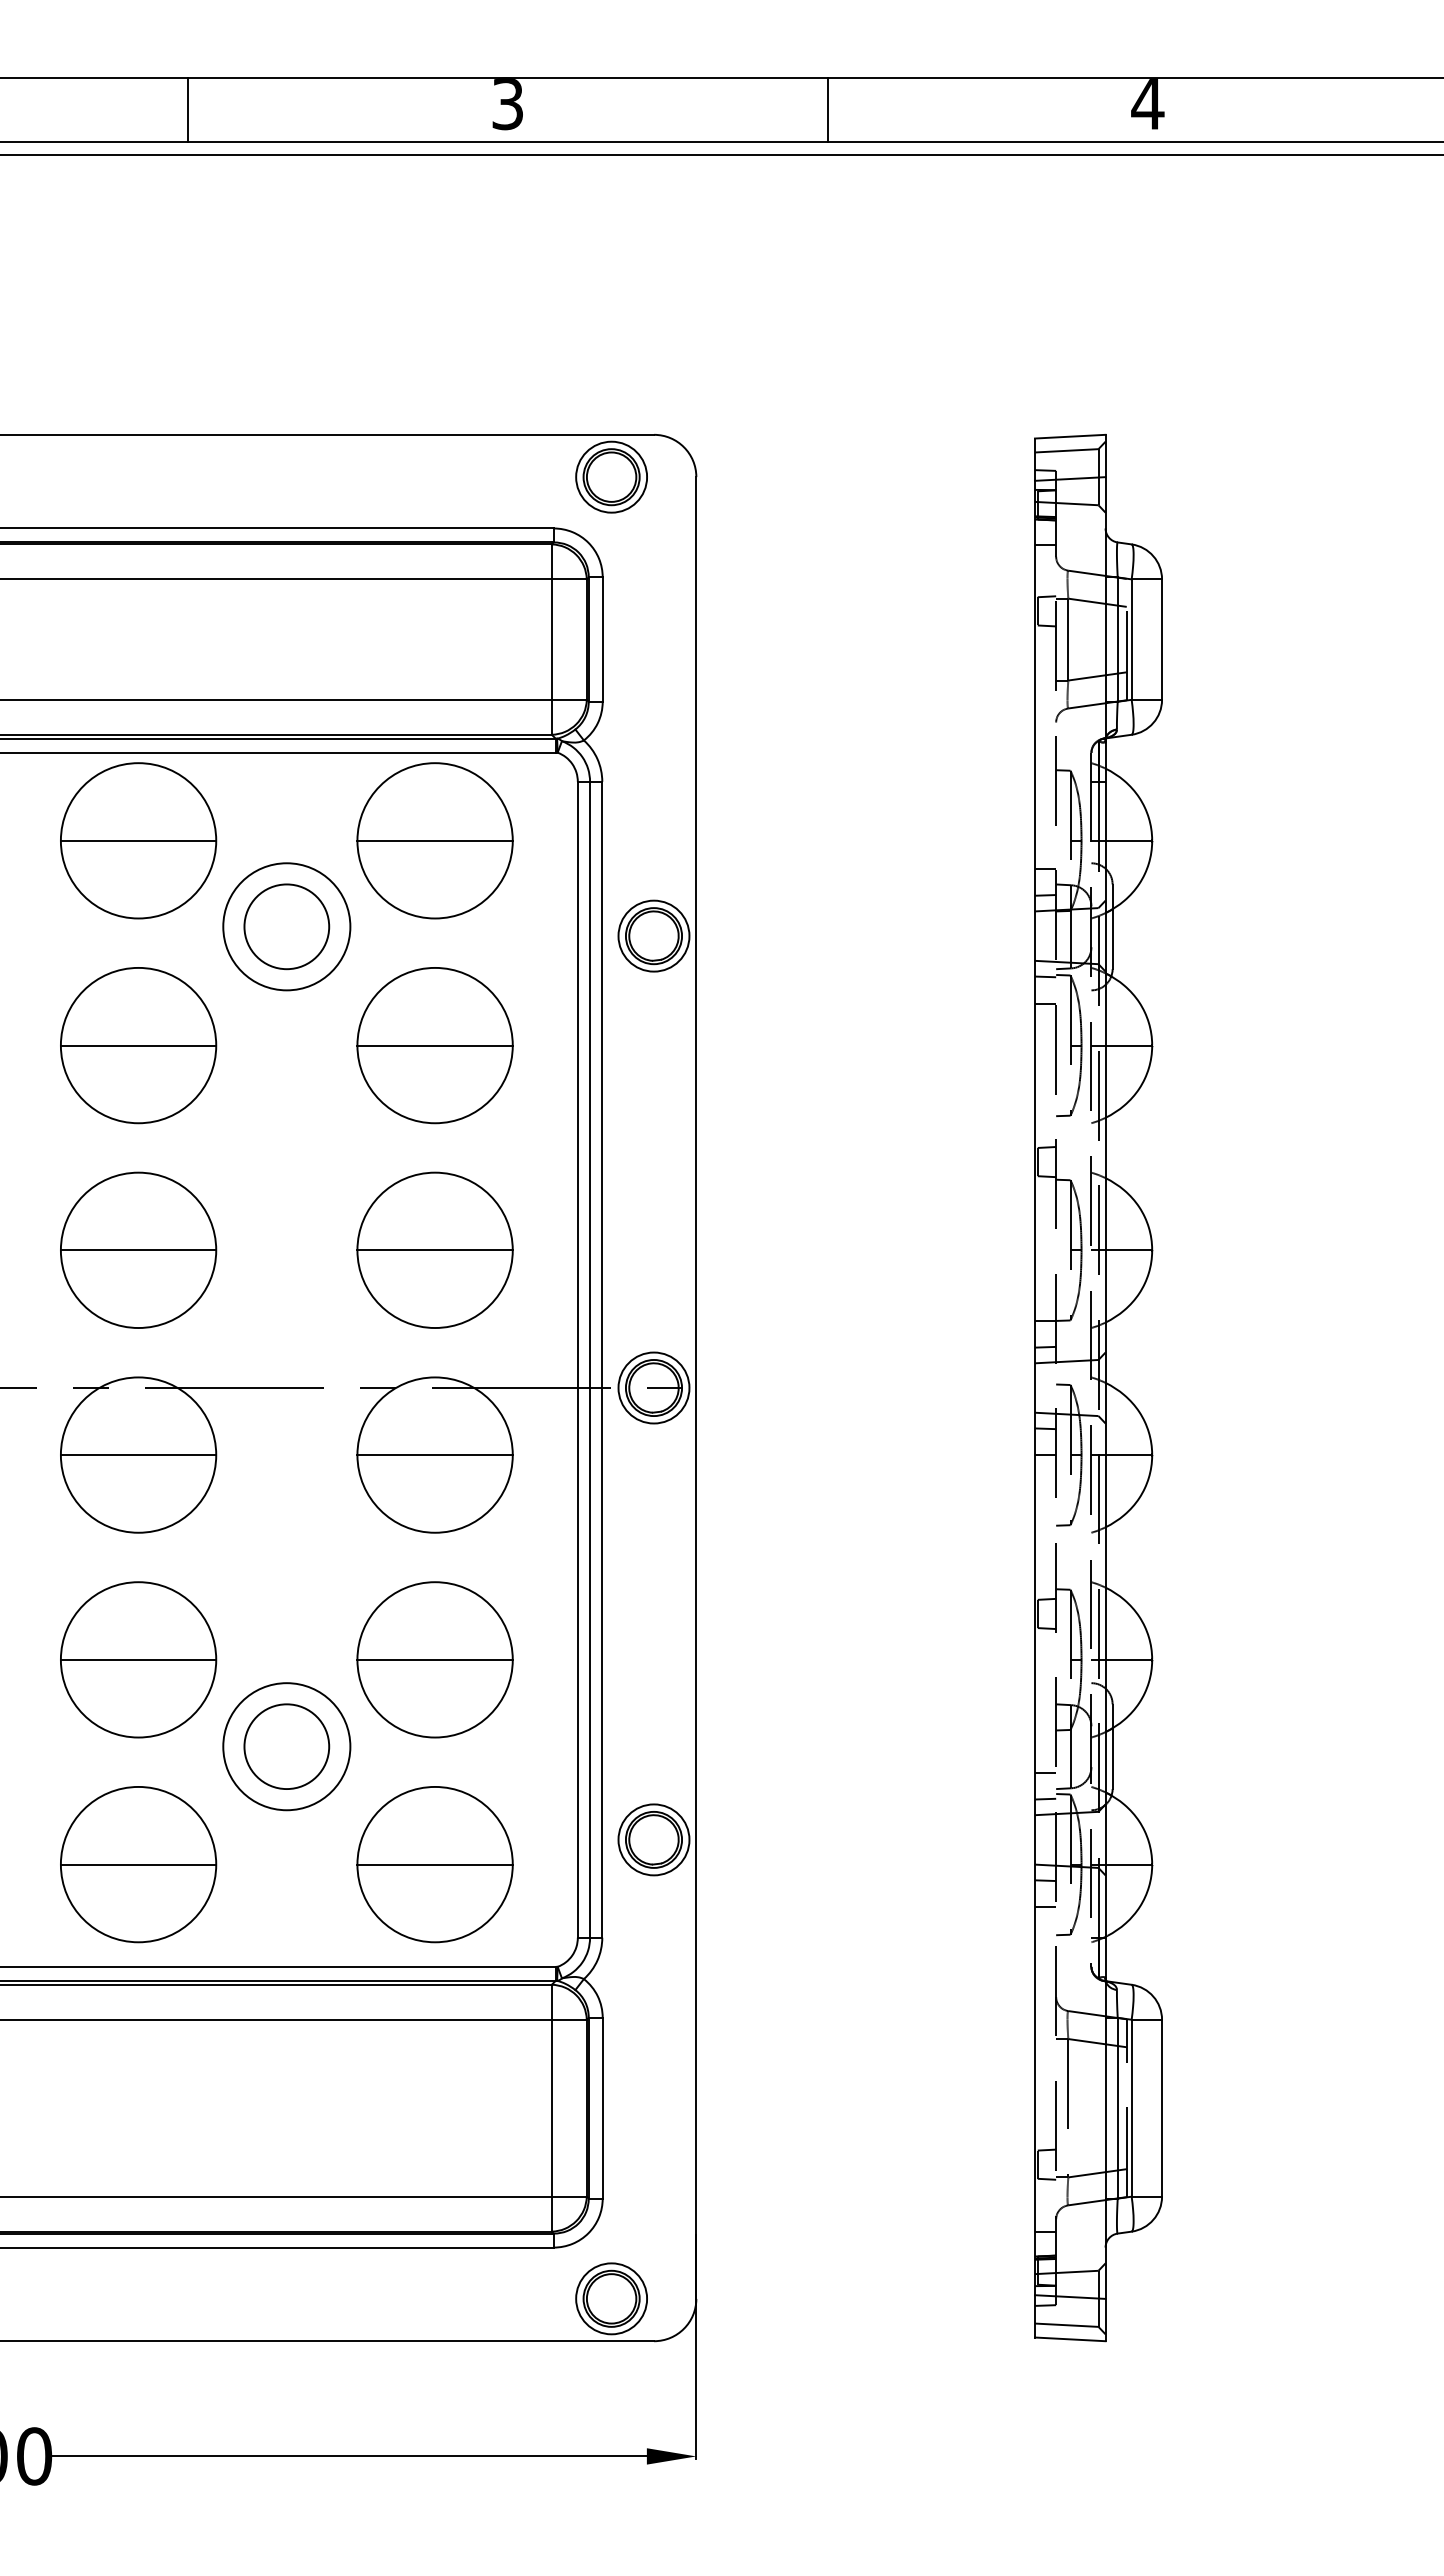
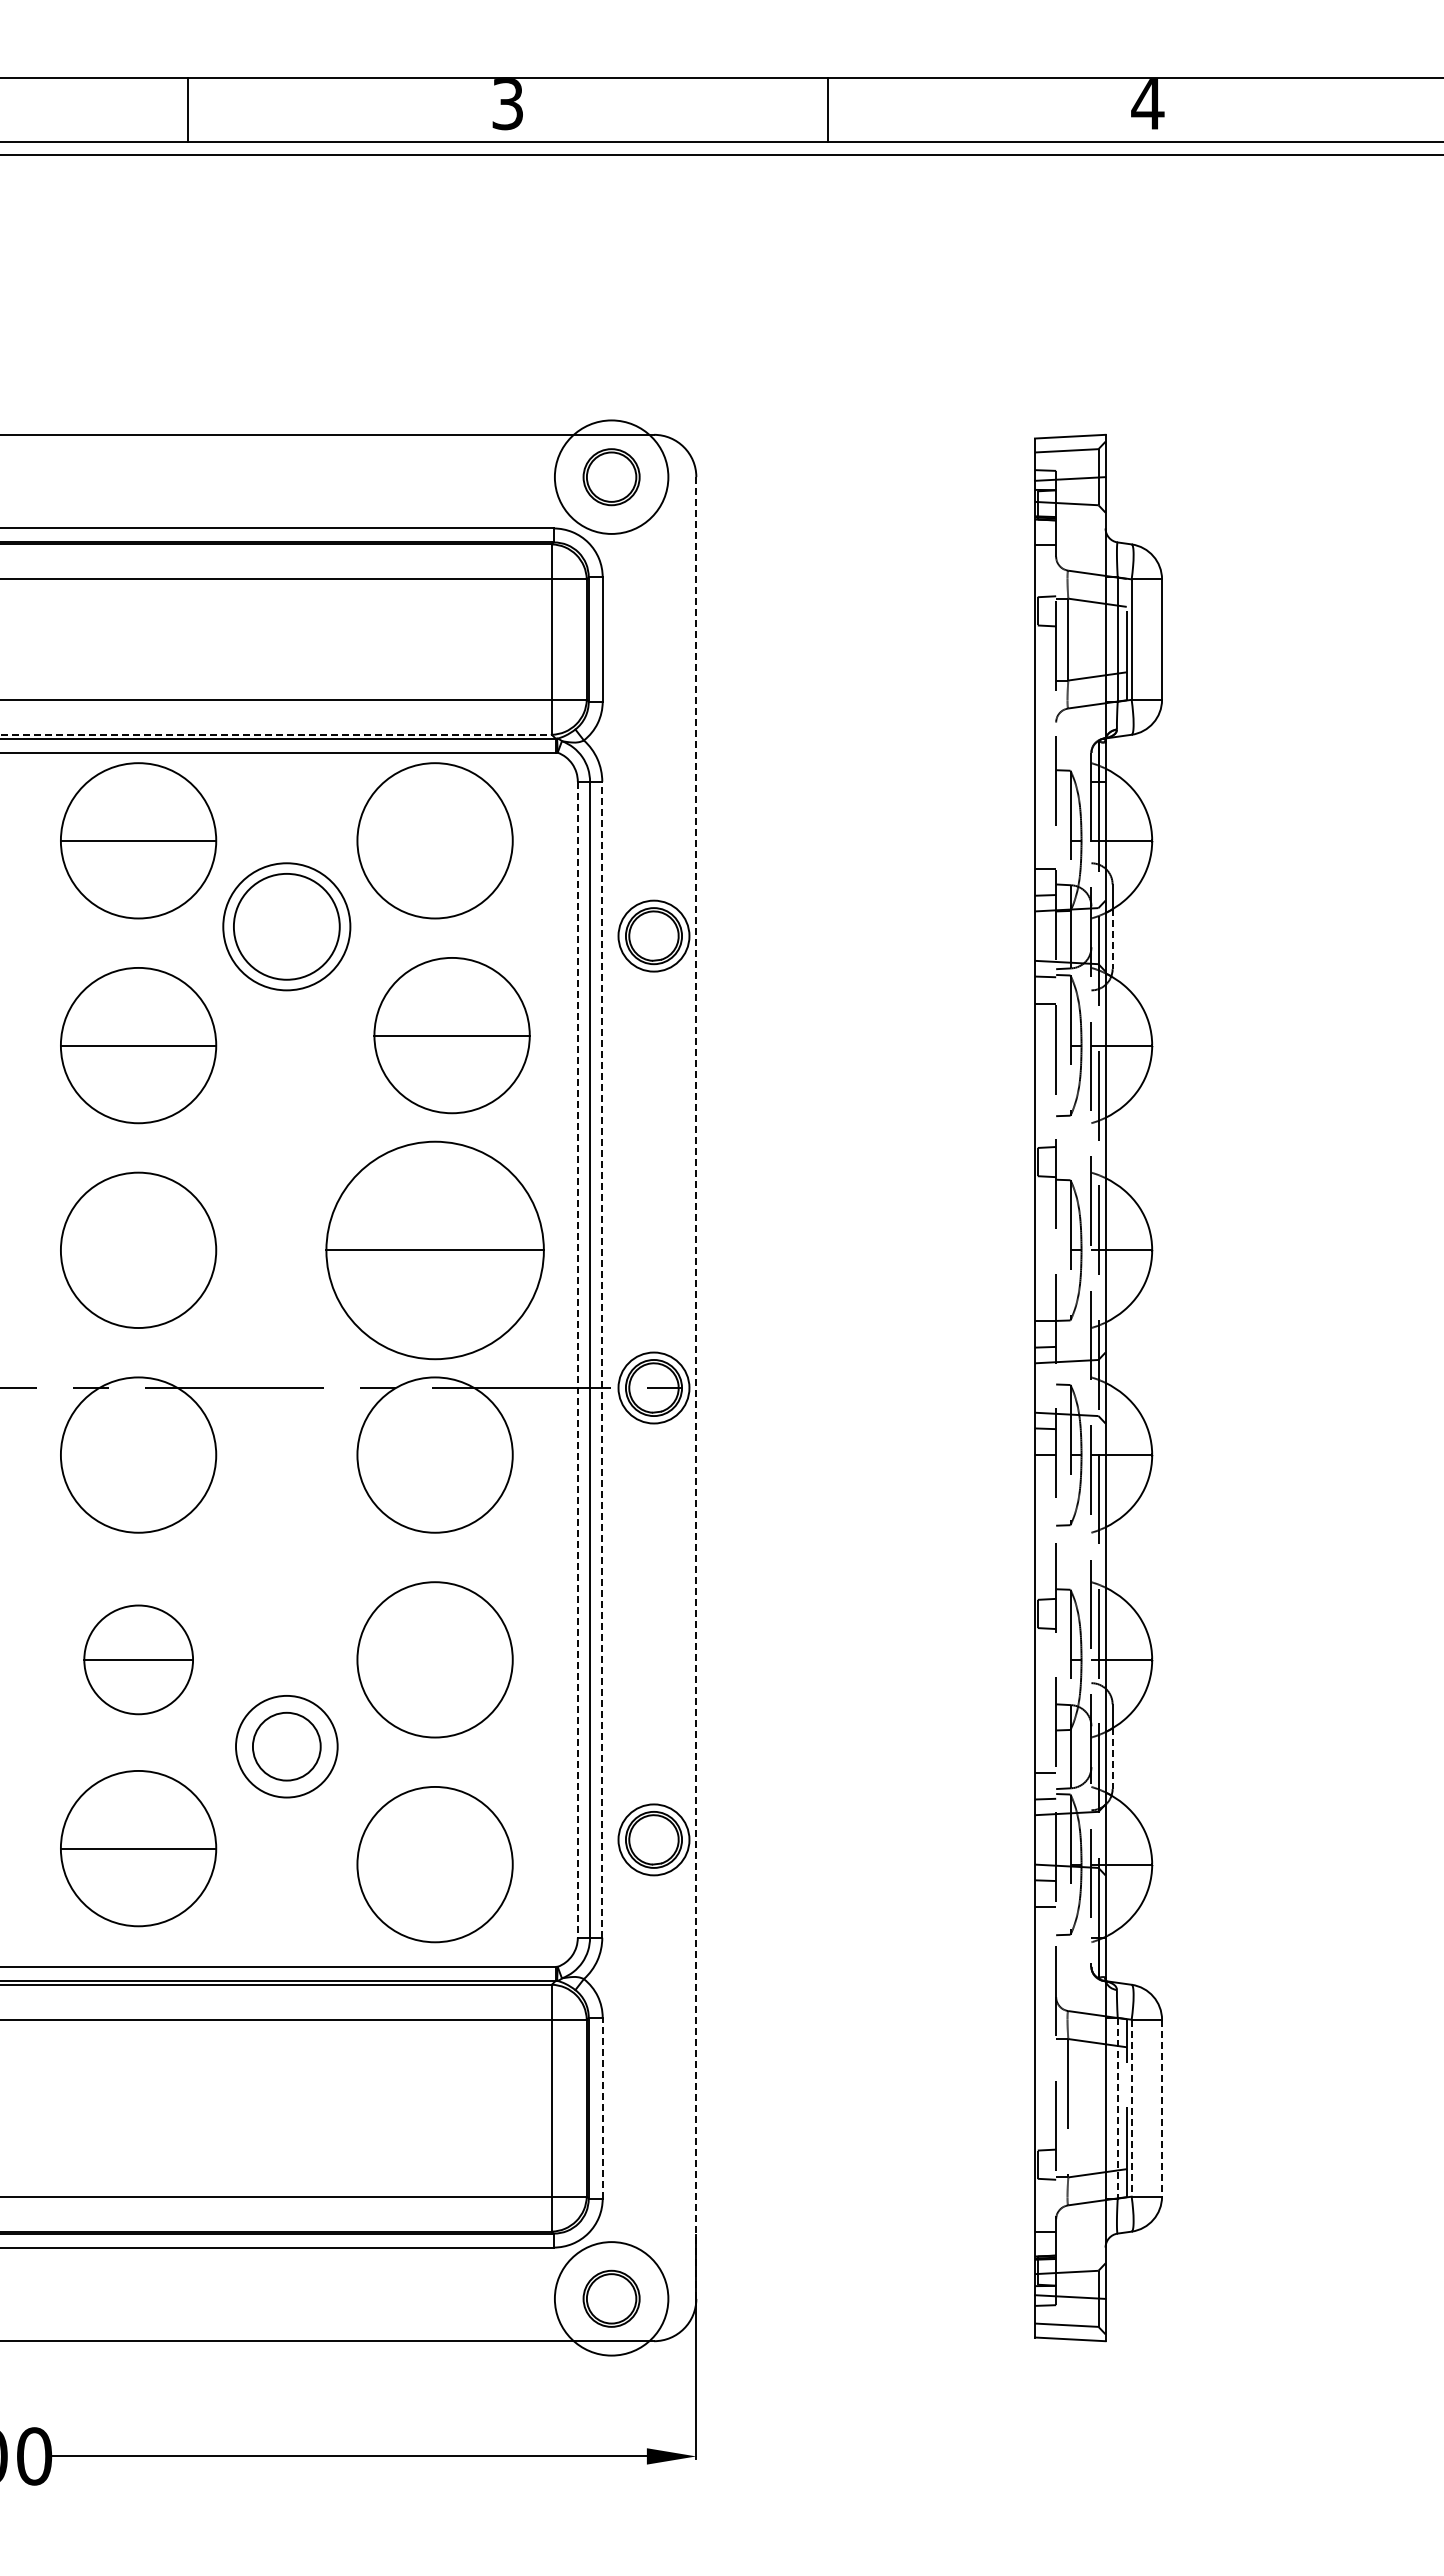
circle at (611, 476) diameter: 71 px -> 114 px
line at (276, 734): solid -> dashed
line at (434, 840): present -> none
circle at (286, 926) diameter: 85 px -> 106 px
line at (1112, 939): solid -> dashed
part at (434, 1045) position: (434, 1045) -> (451, 1035)
part at (434, 1249) size: 158x158 px -> 220x221 px
line at (138, 1250): present -> none
line at (577, 1359): solid -> dashed
line at (602, 1359): solid -> dashed
line at (696, 1388): solid -> dashed
line at (138, 1455): present -> none
line at (434, 1455): present -> none
part at (138, 1659) size: 158x158 px -> 111x112 px
line at (434, 1659): present -> none
circle at (286, 1746) diameter: 127 px -> 102 px
circle at (286, 1746) diameter: 85 px -> 68 px
line at (1112, 1758): solid -> dashed
part at (138, 1864) position: (138, 1864) -> (138, 1848)
line at (434, 1864): present -> none
line at (602, 2107): solid -> dashed
line at (1117, 2108): solid -> dashed
line at (1131, 2108): solid -> dashed
line at (1162, 2108): solid -> dashed
circle at (611, 2298) diameter: 71 px -> 114 px
